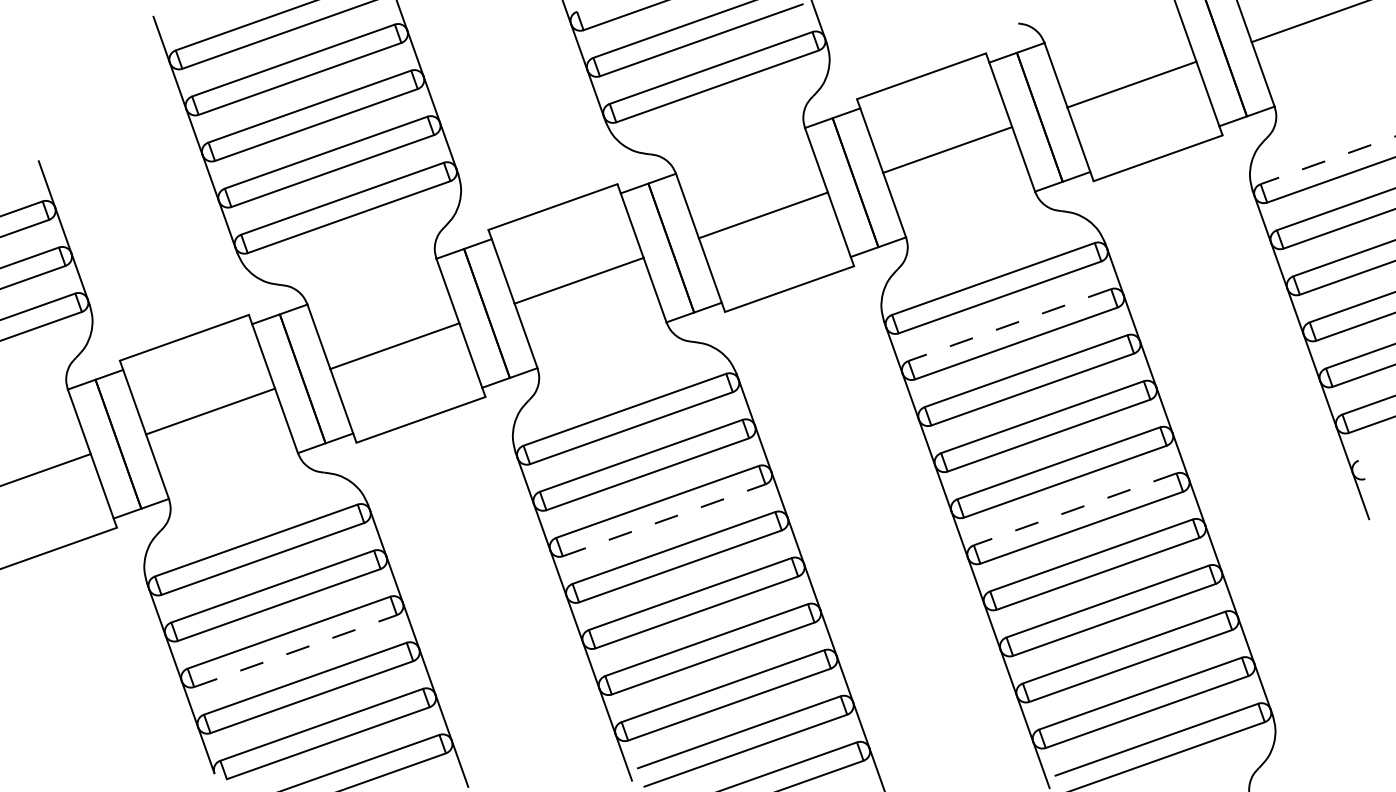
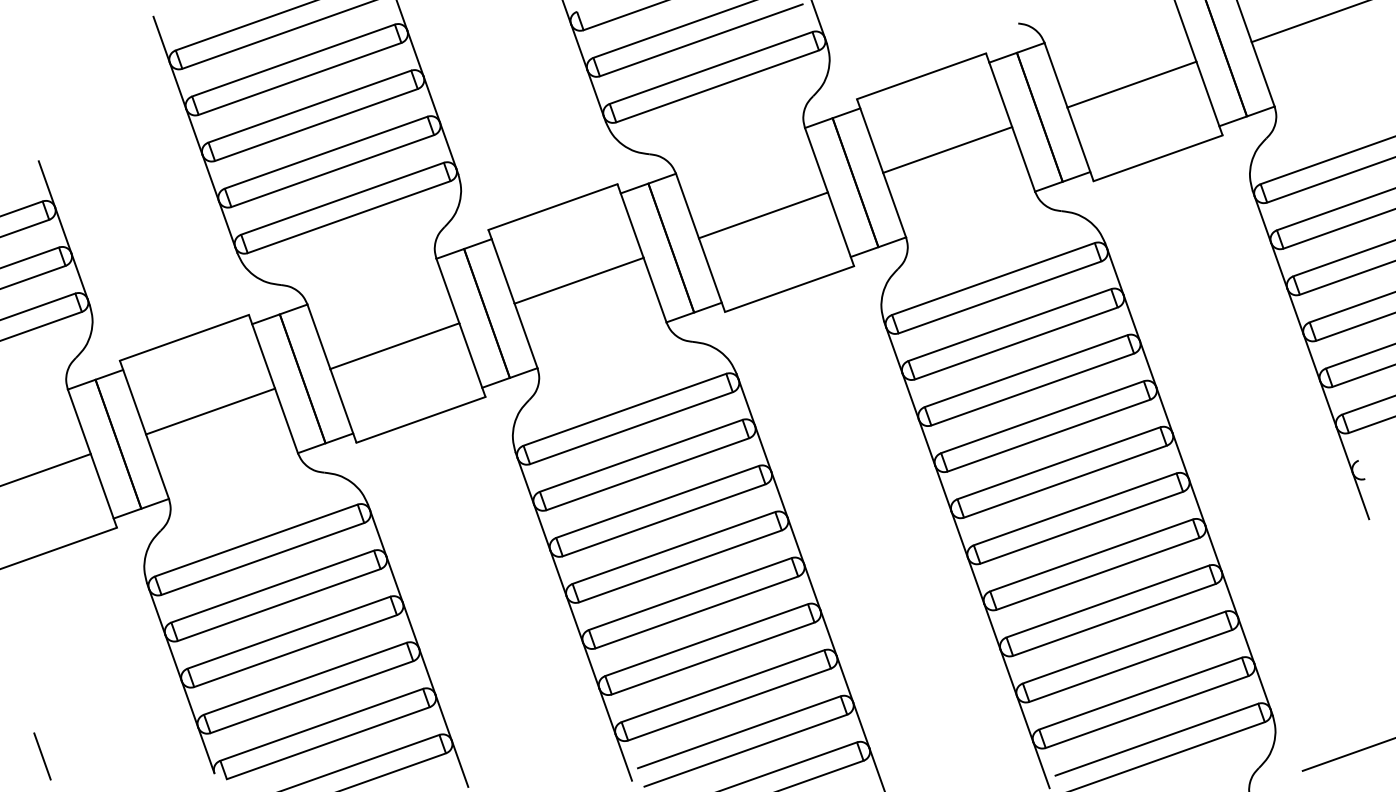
line at (1328, 160): dashed -> solid
line at (1009, 325): dashed -> solid
line at (1075, 509): dashed -> solid
line at (664, 520): dashed -> solid
line at (295, 651): dashed -> solid
line at (1347, 754): none -> present
line at (42, 756): none -> present
